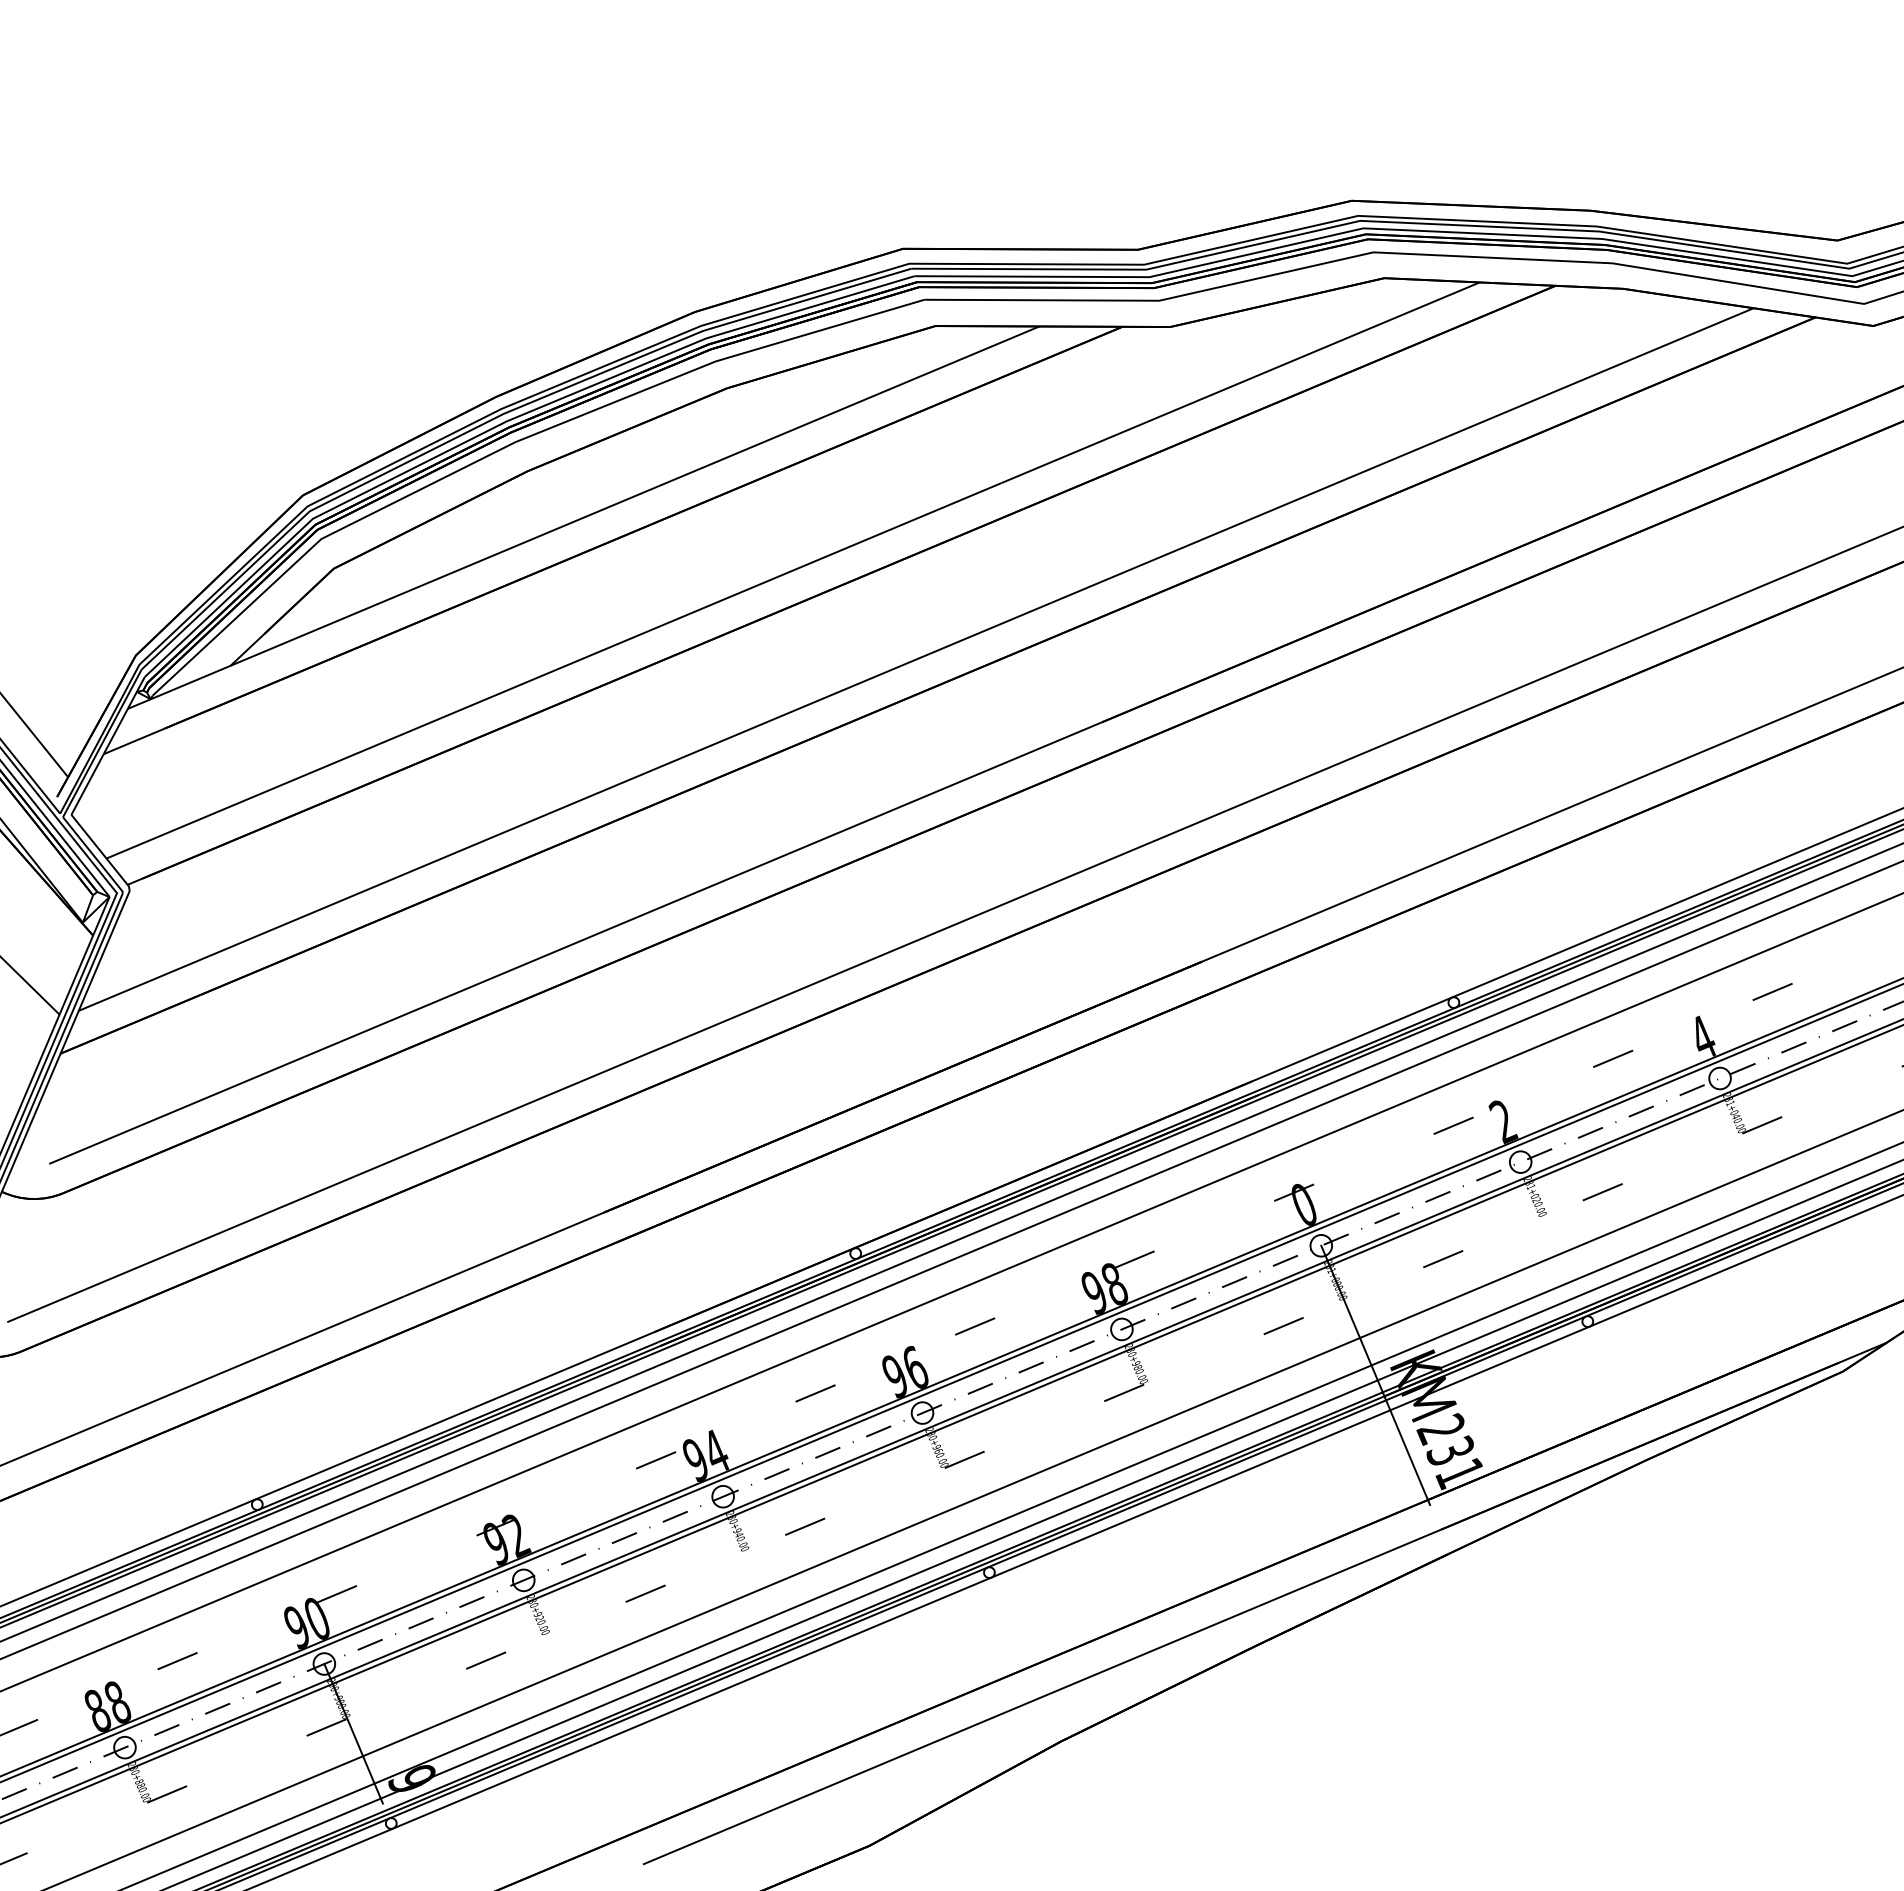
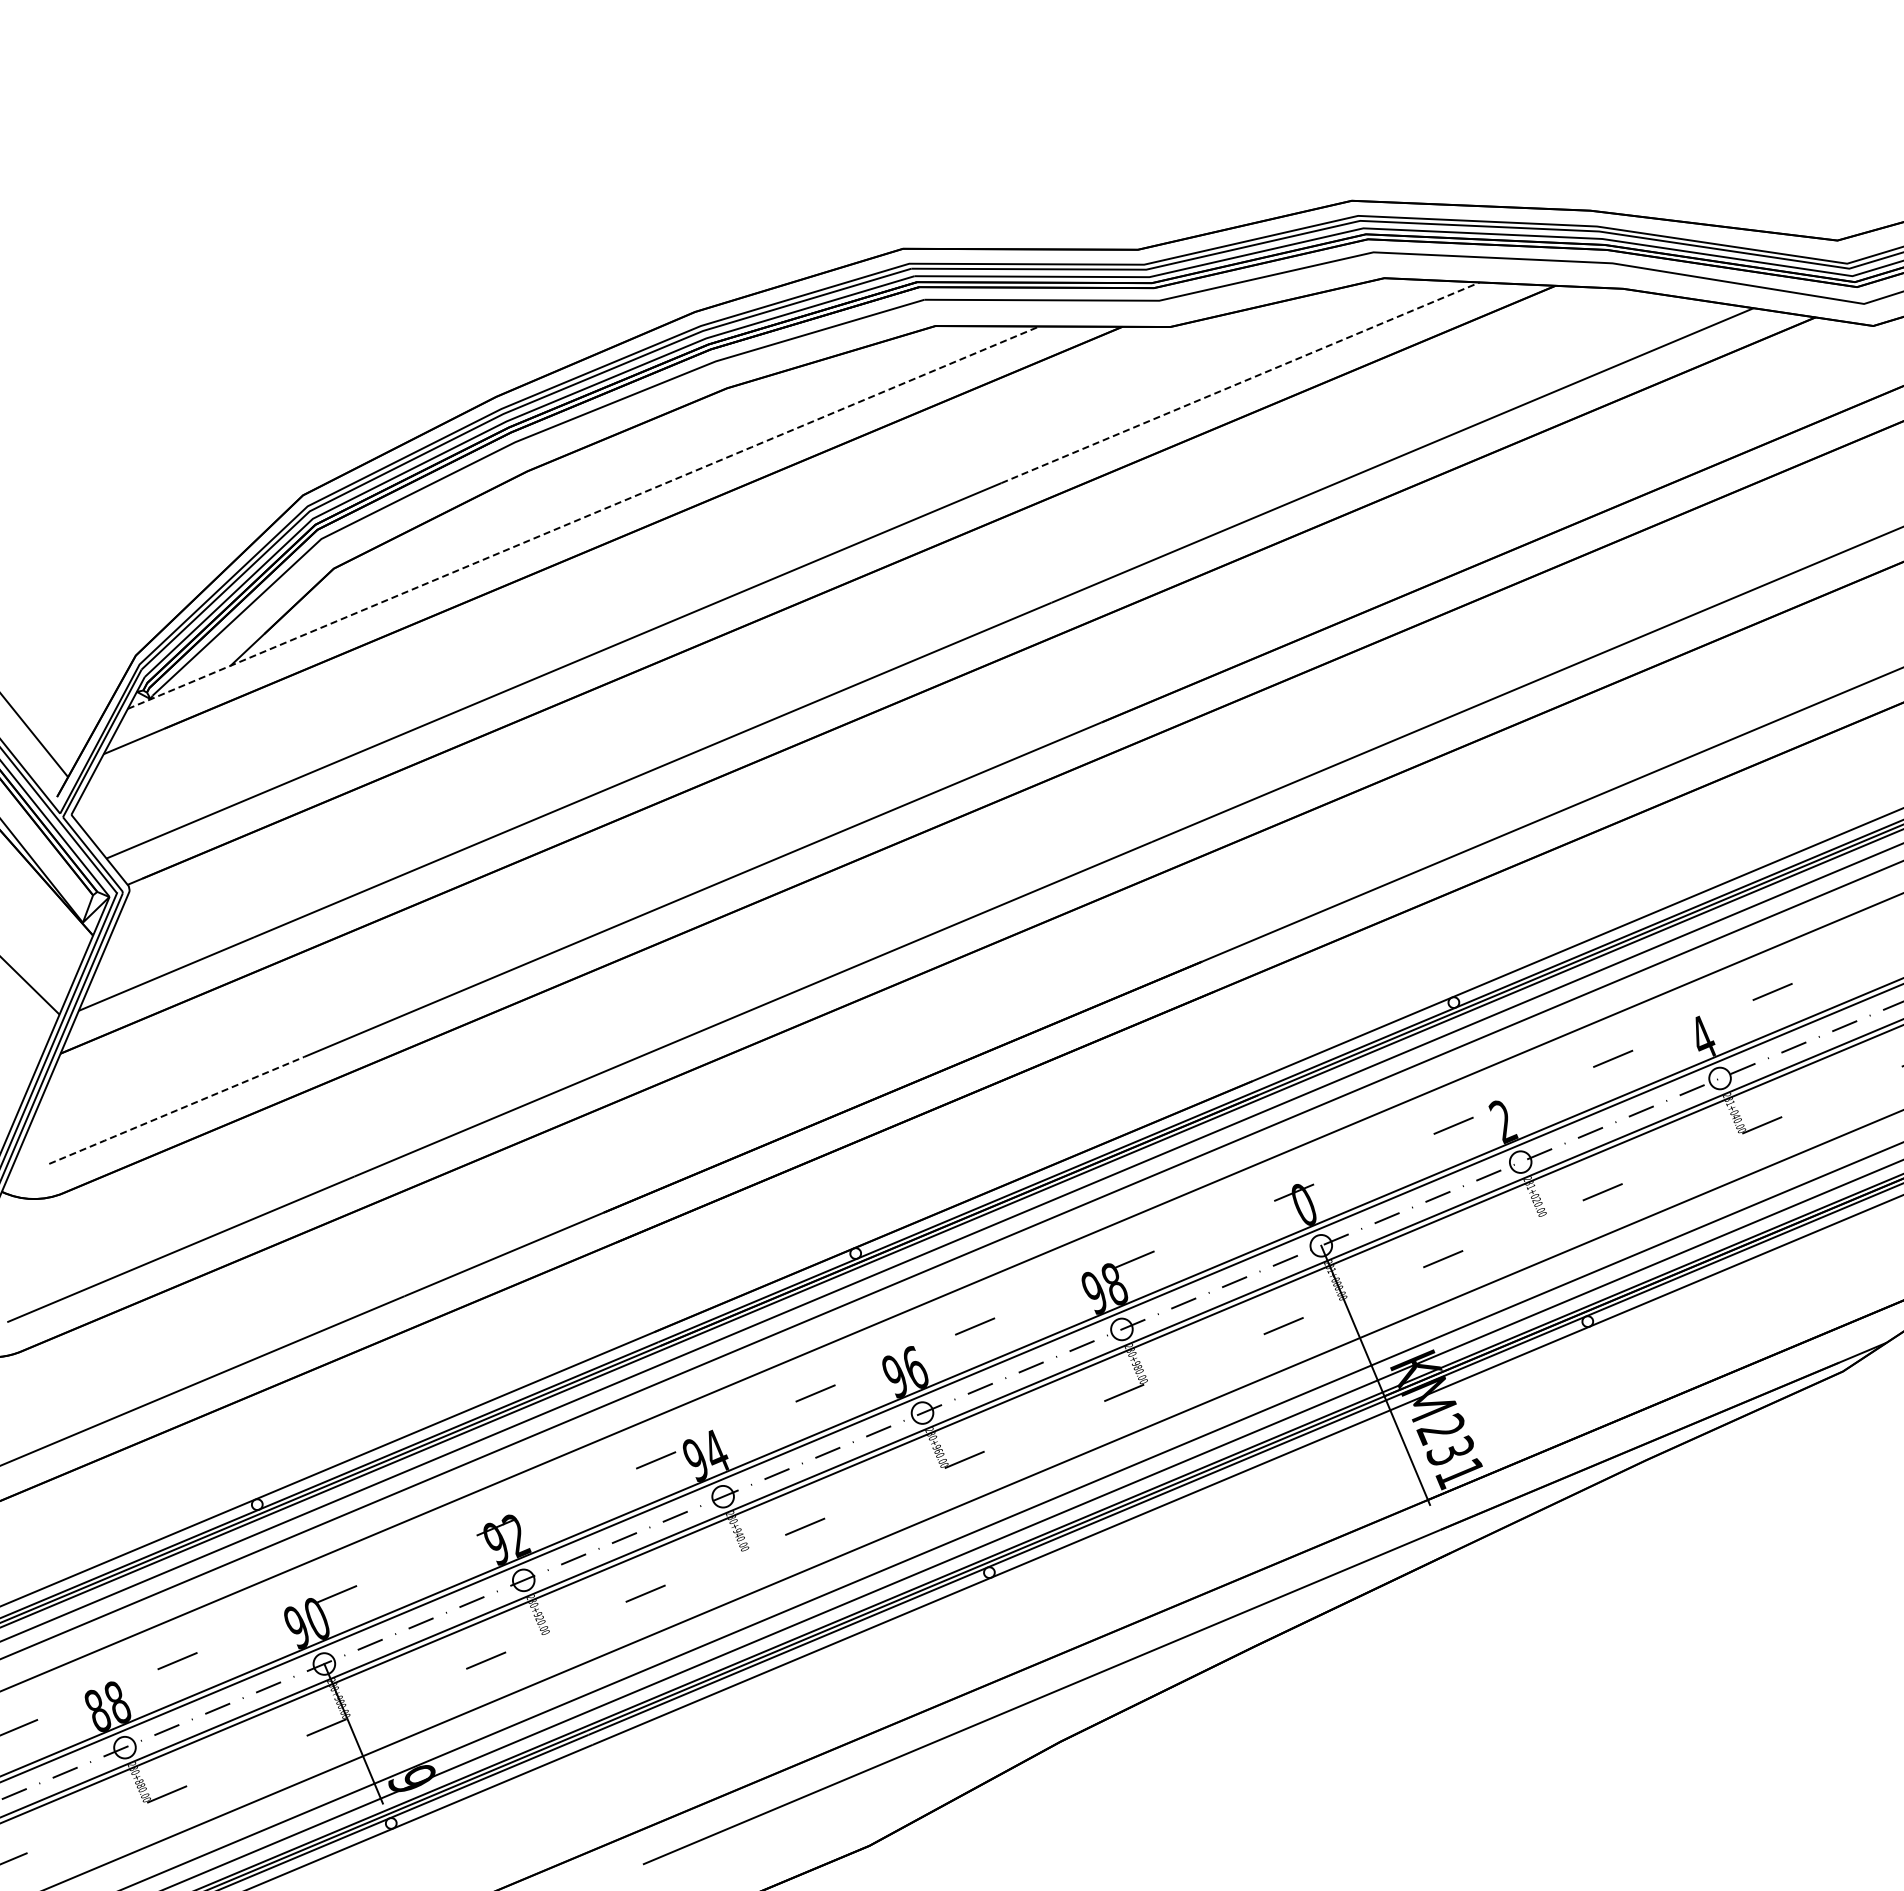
line at (1240, 382): solid -> dashed
line at (583, 517): solid -> dashed
line at (176, 1110): solid -> dashed
